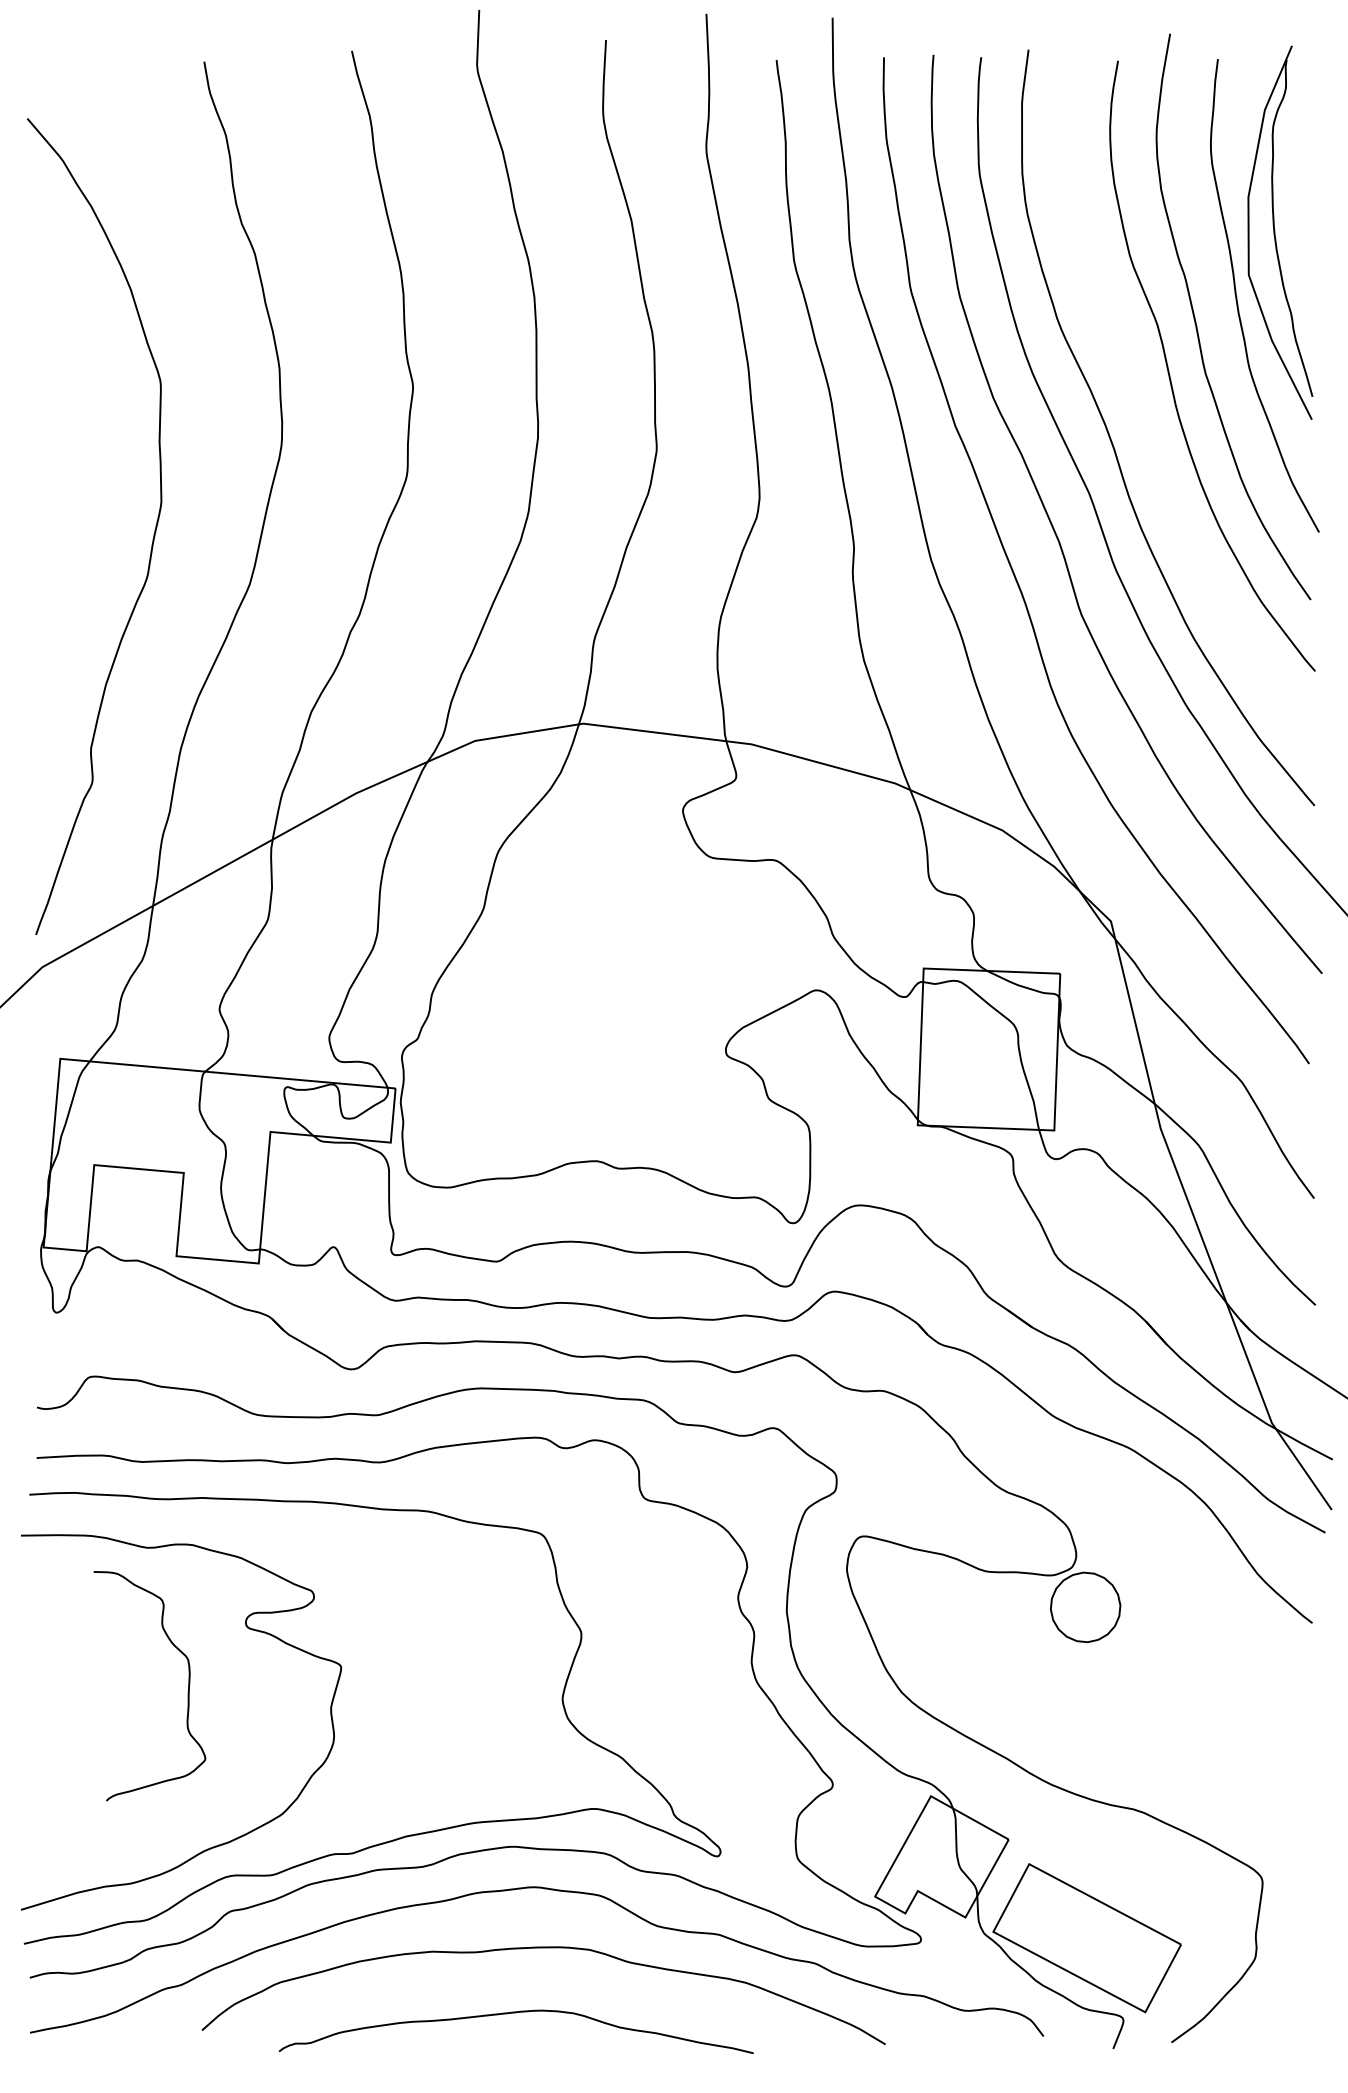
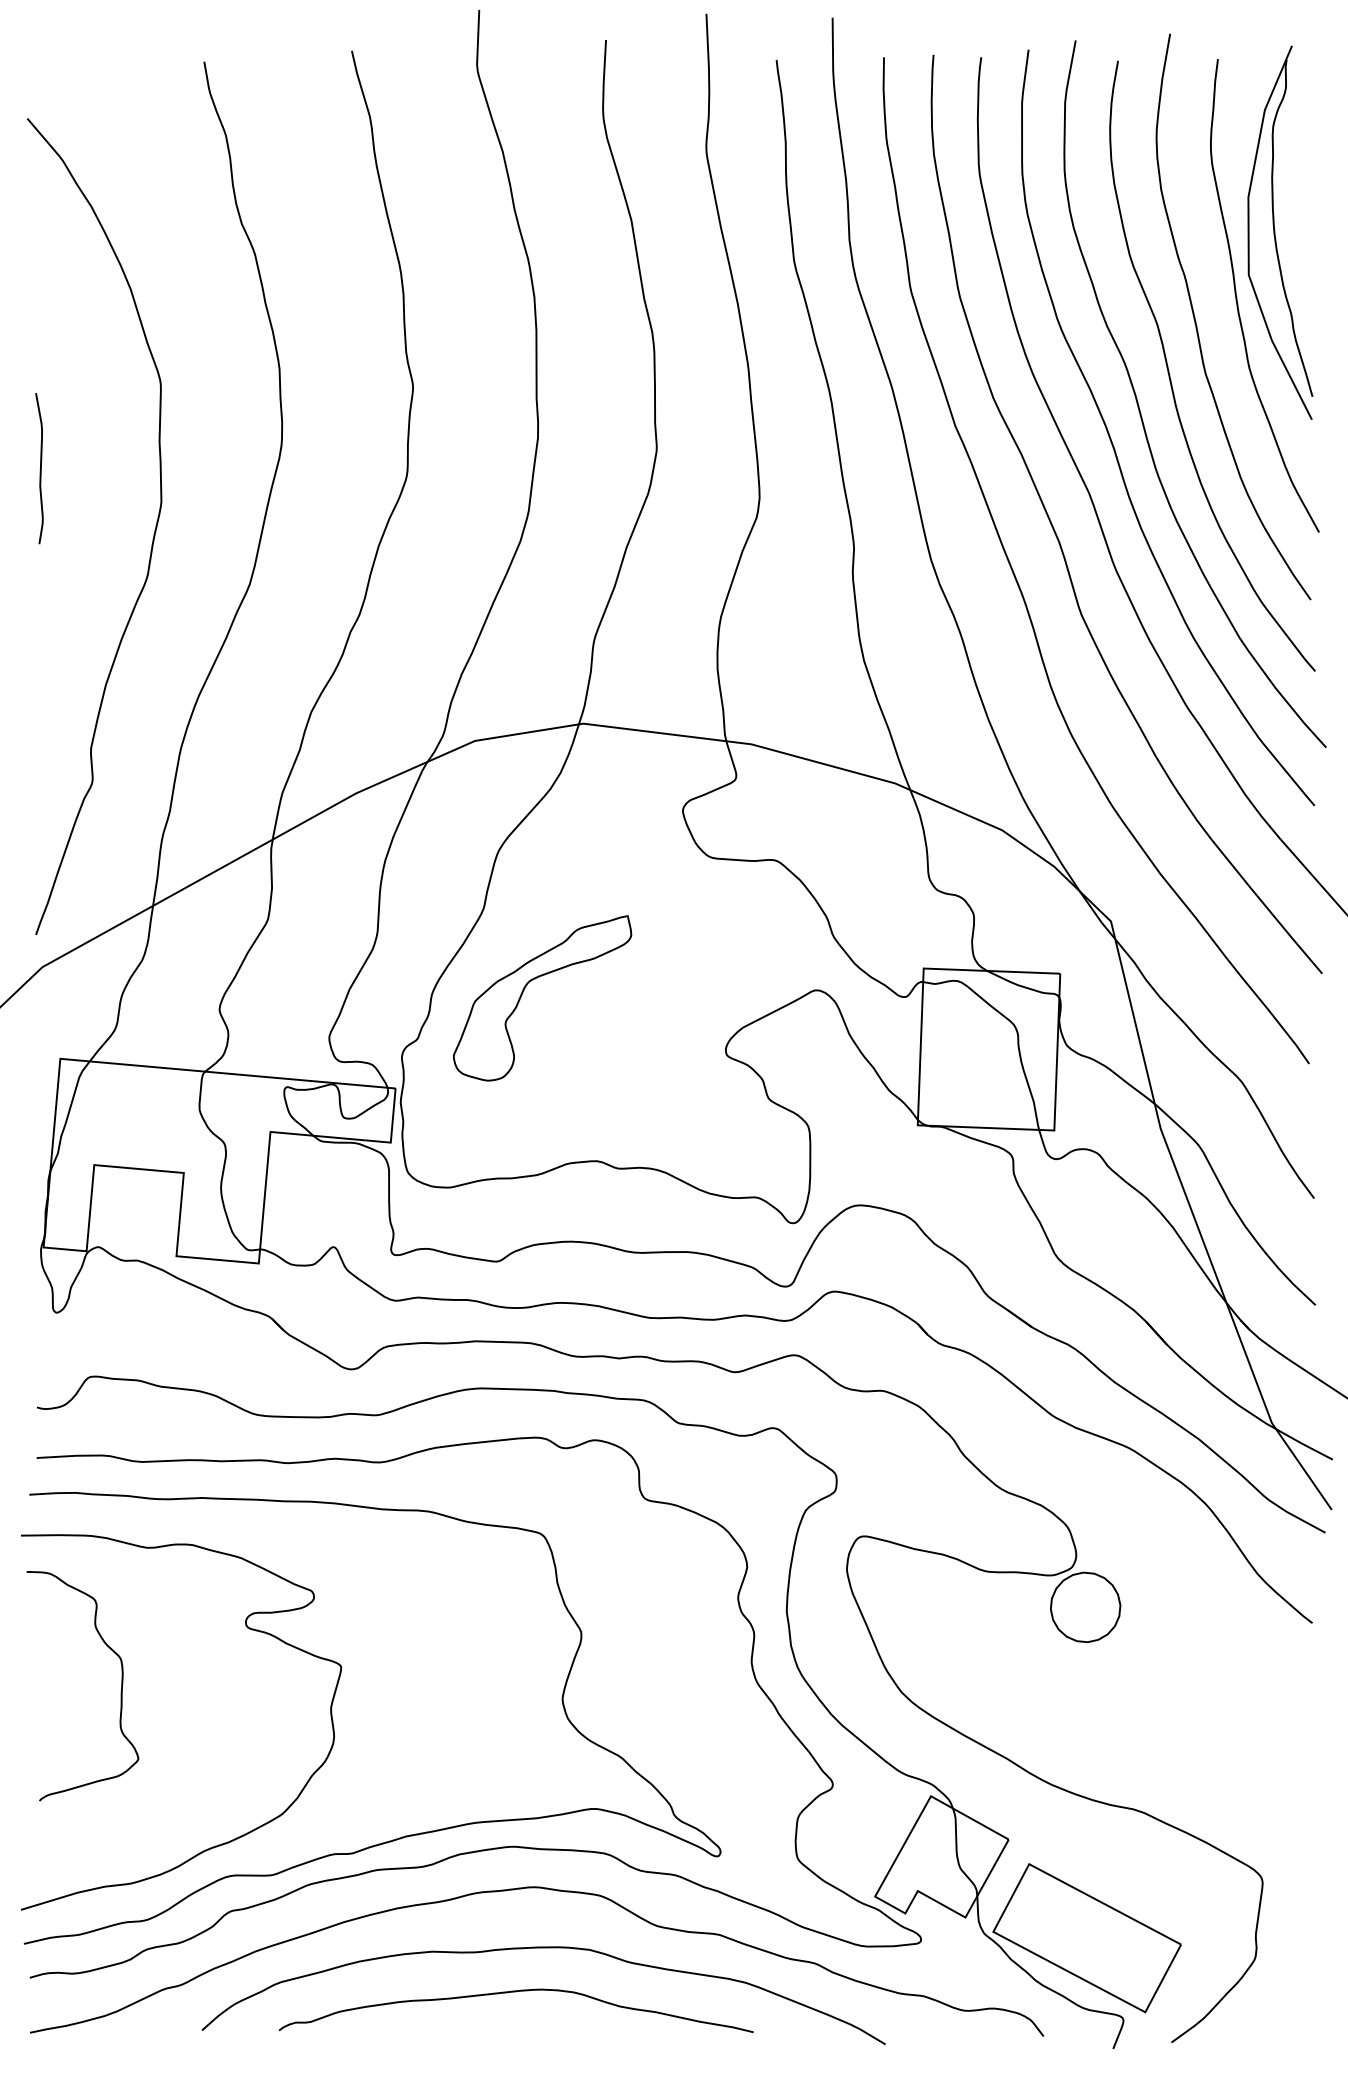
curve at (1139, 405): none -> present
curve at (40, 468): none -> present
part at (524, 990): none -> present
curve at (187, 1691) position: (187, 1691) -> (120, 1691)
curve at (515, 2013) position: (515, 2013) -> (515, 1992)
